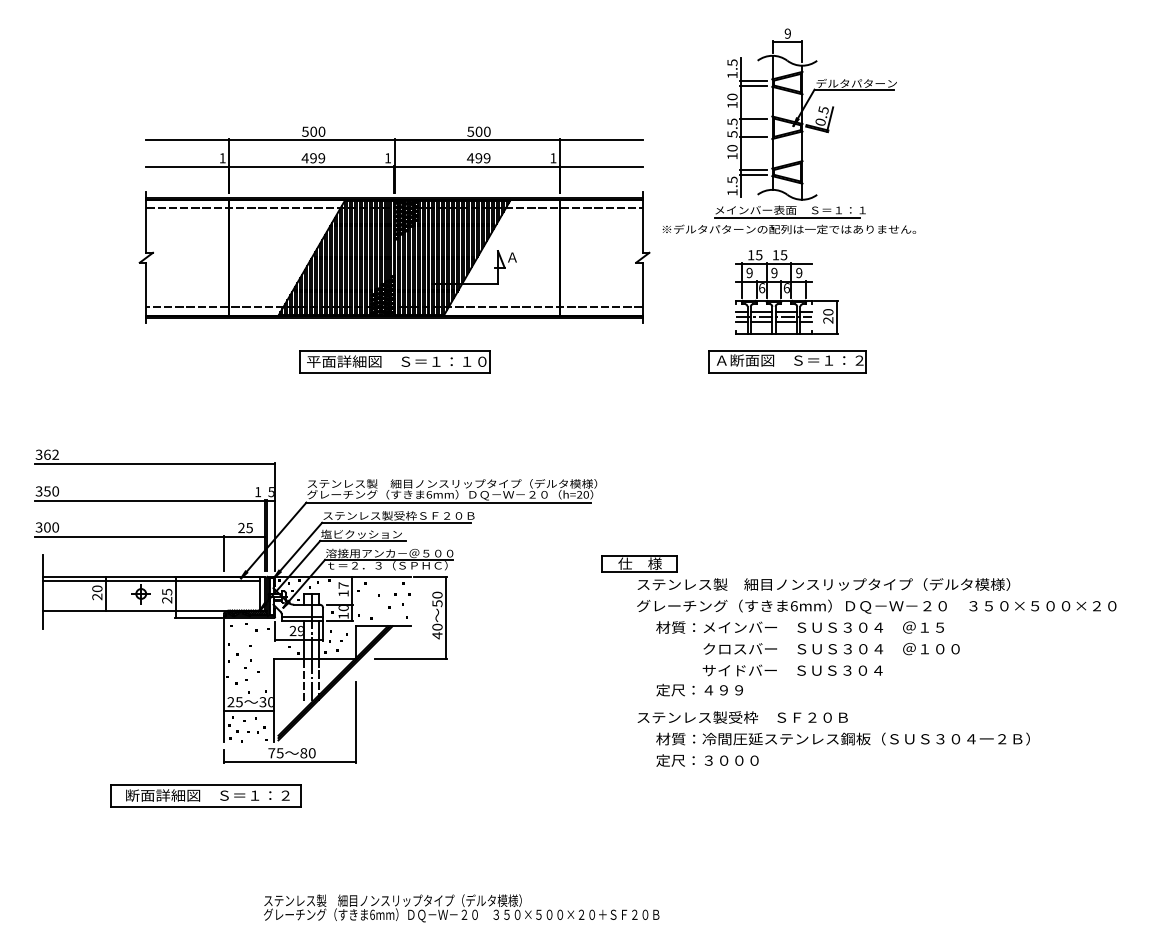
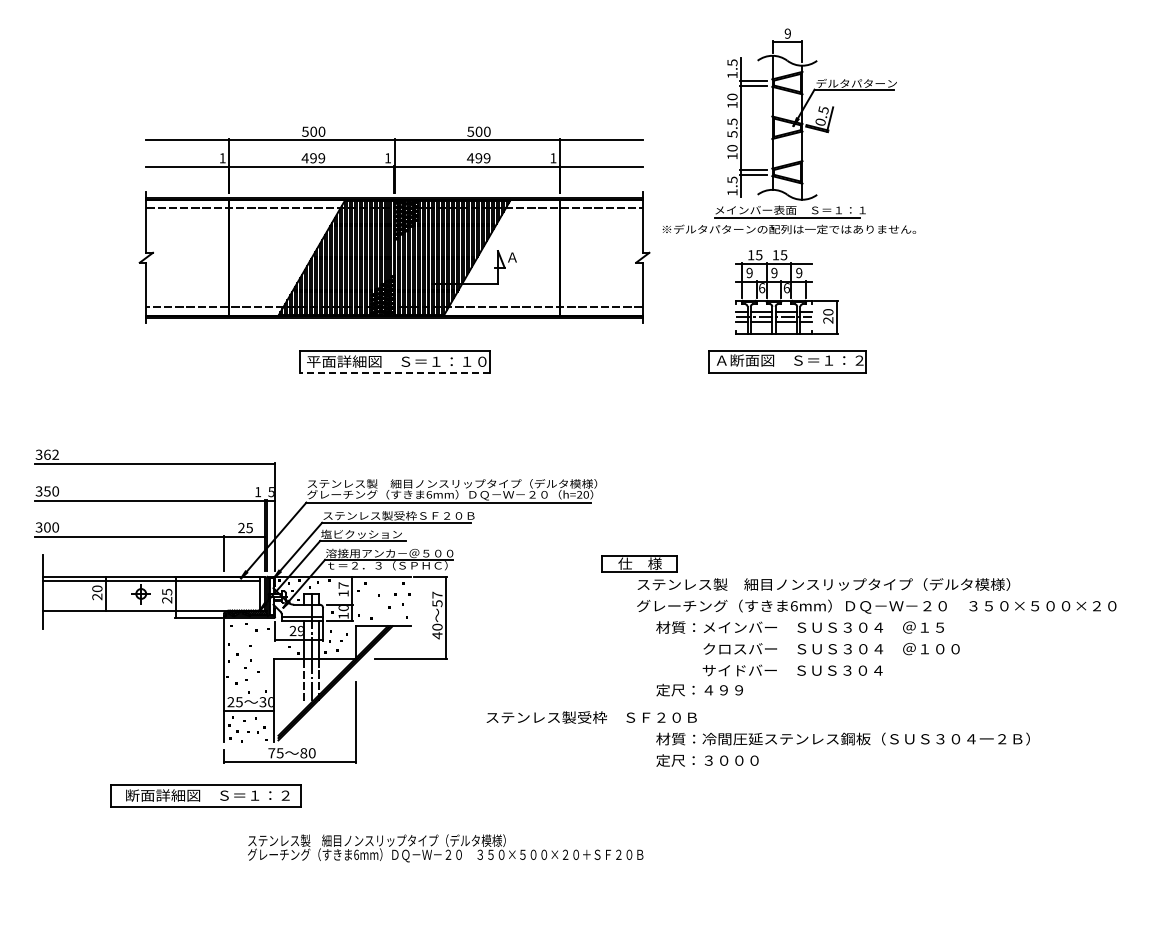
line at (753, 118): present -> none
line at (753, 136): present -> none
line at (394, 372): solid -> dashed
text at (437, 594): 50 -> 57
text at (742, 717) position: (742, 717) -> (591, 717)
text at (461, 908) position: (461, 908) -> (445, 848)
